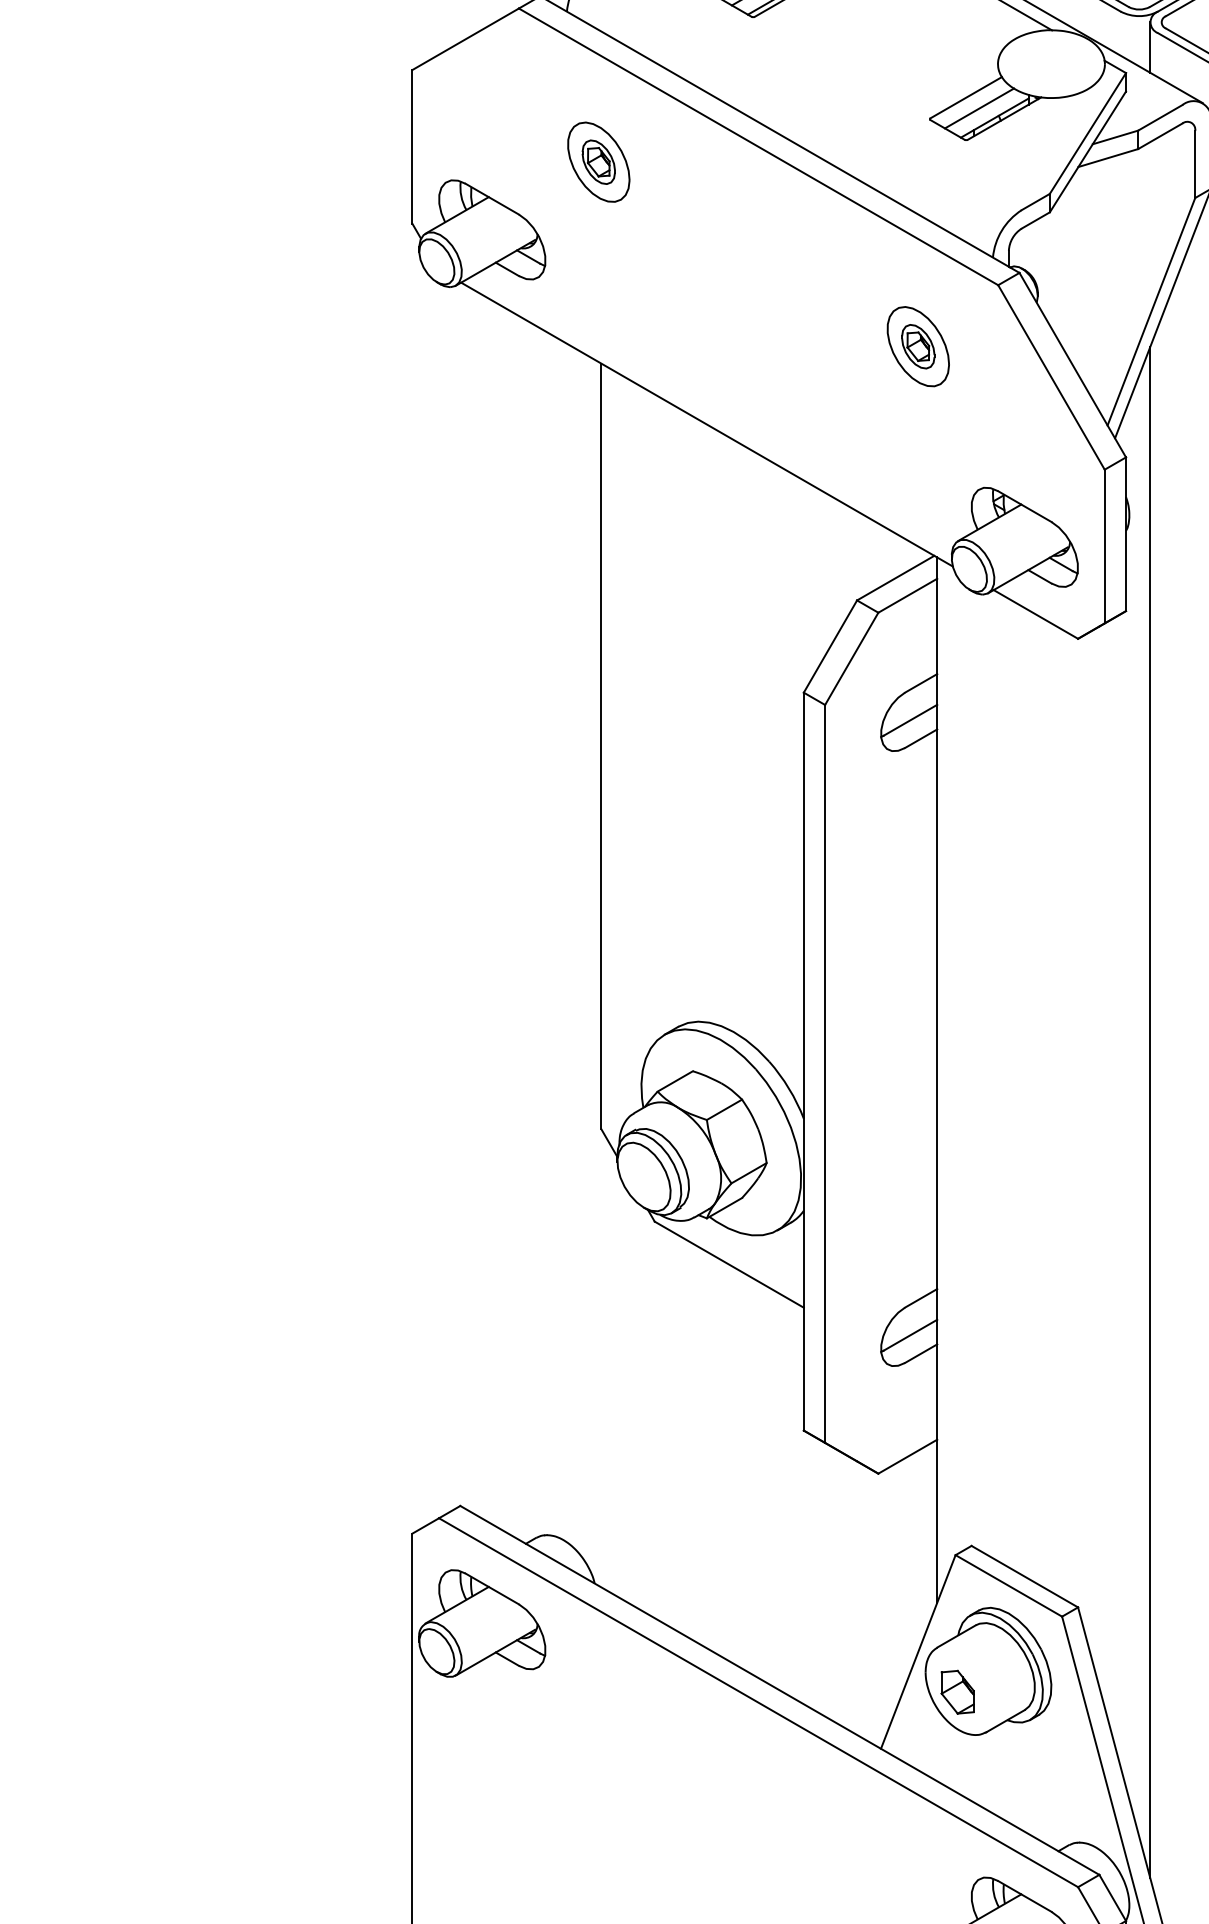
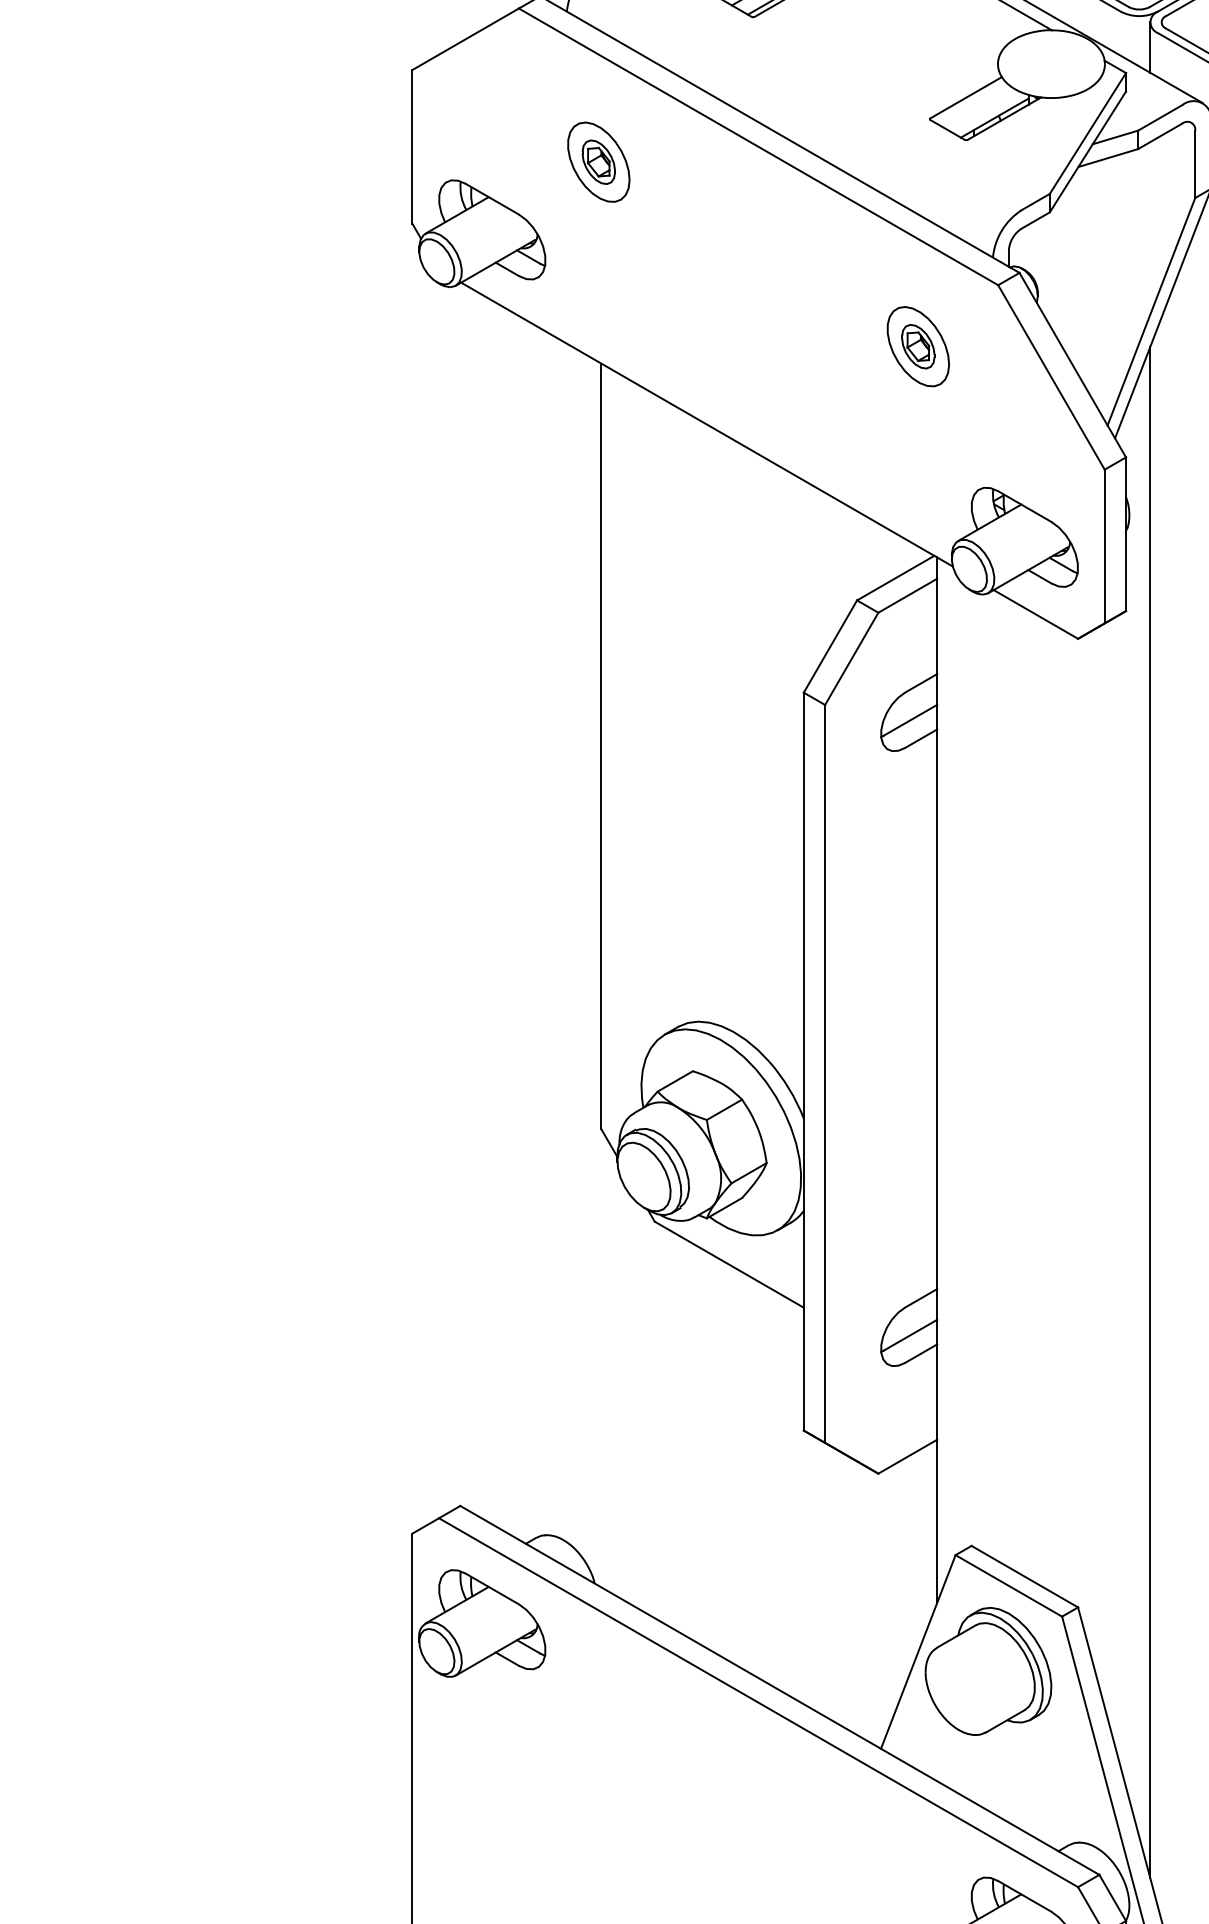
line at (979, 108): present -> none
part at (957, 1691): present -> none
